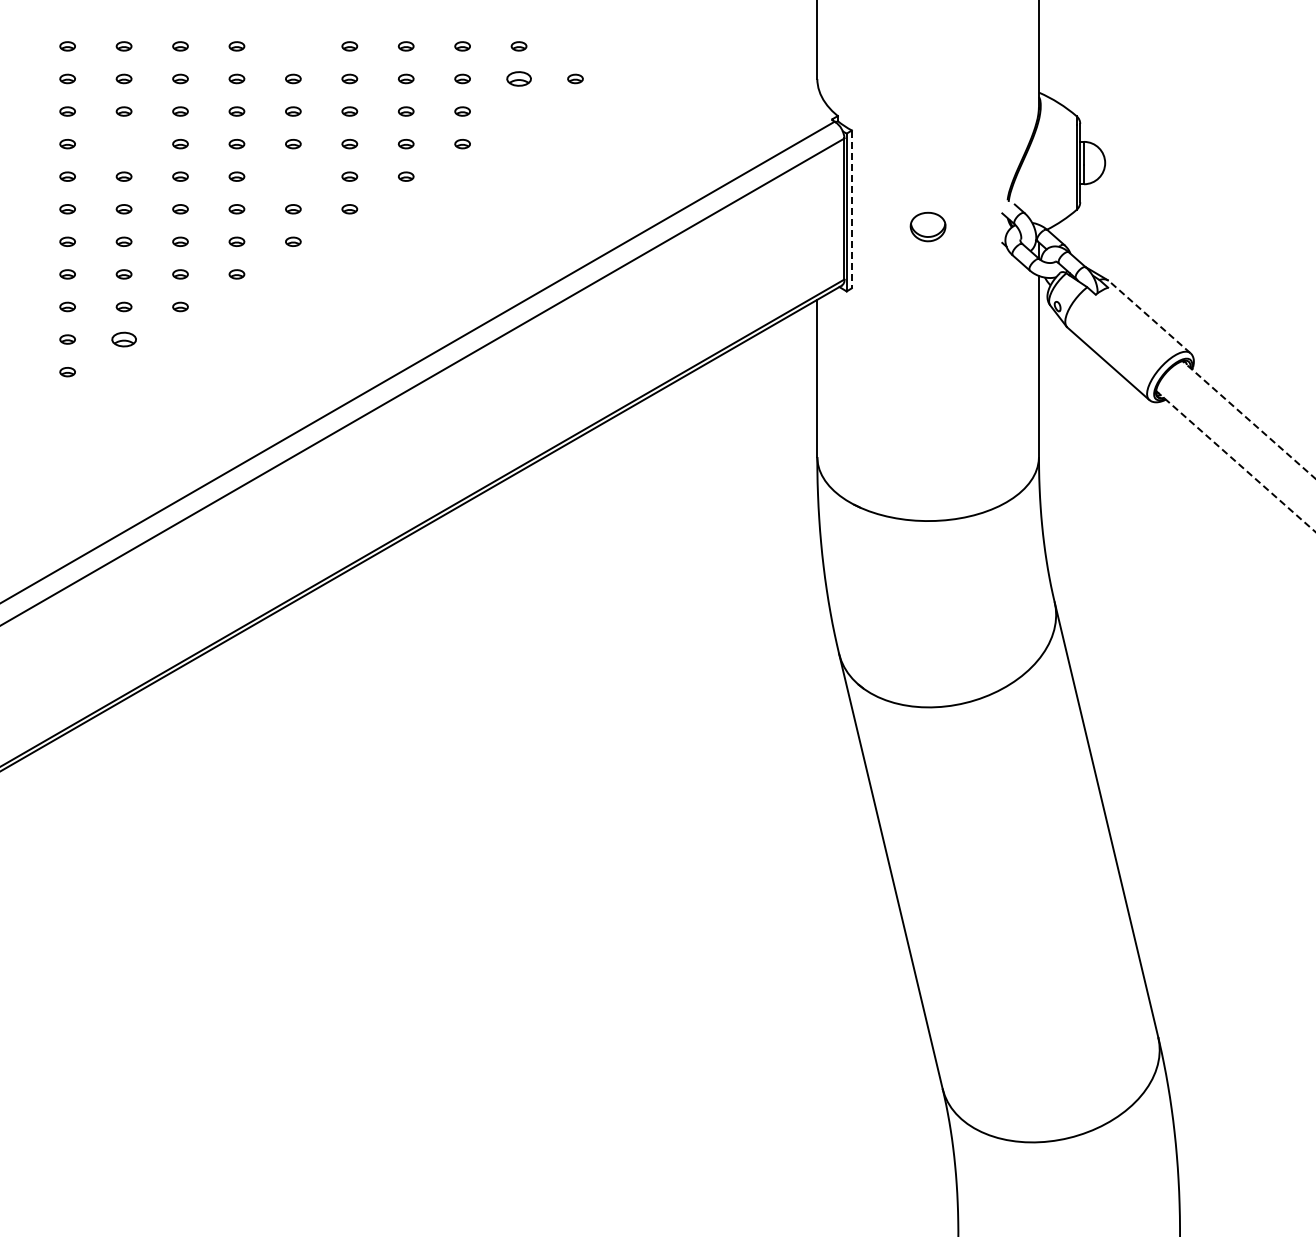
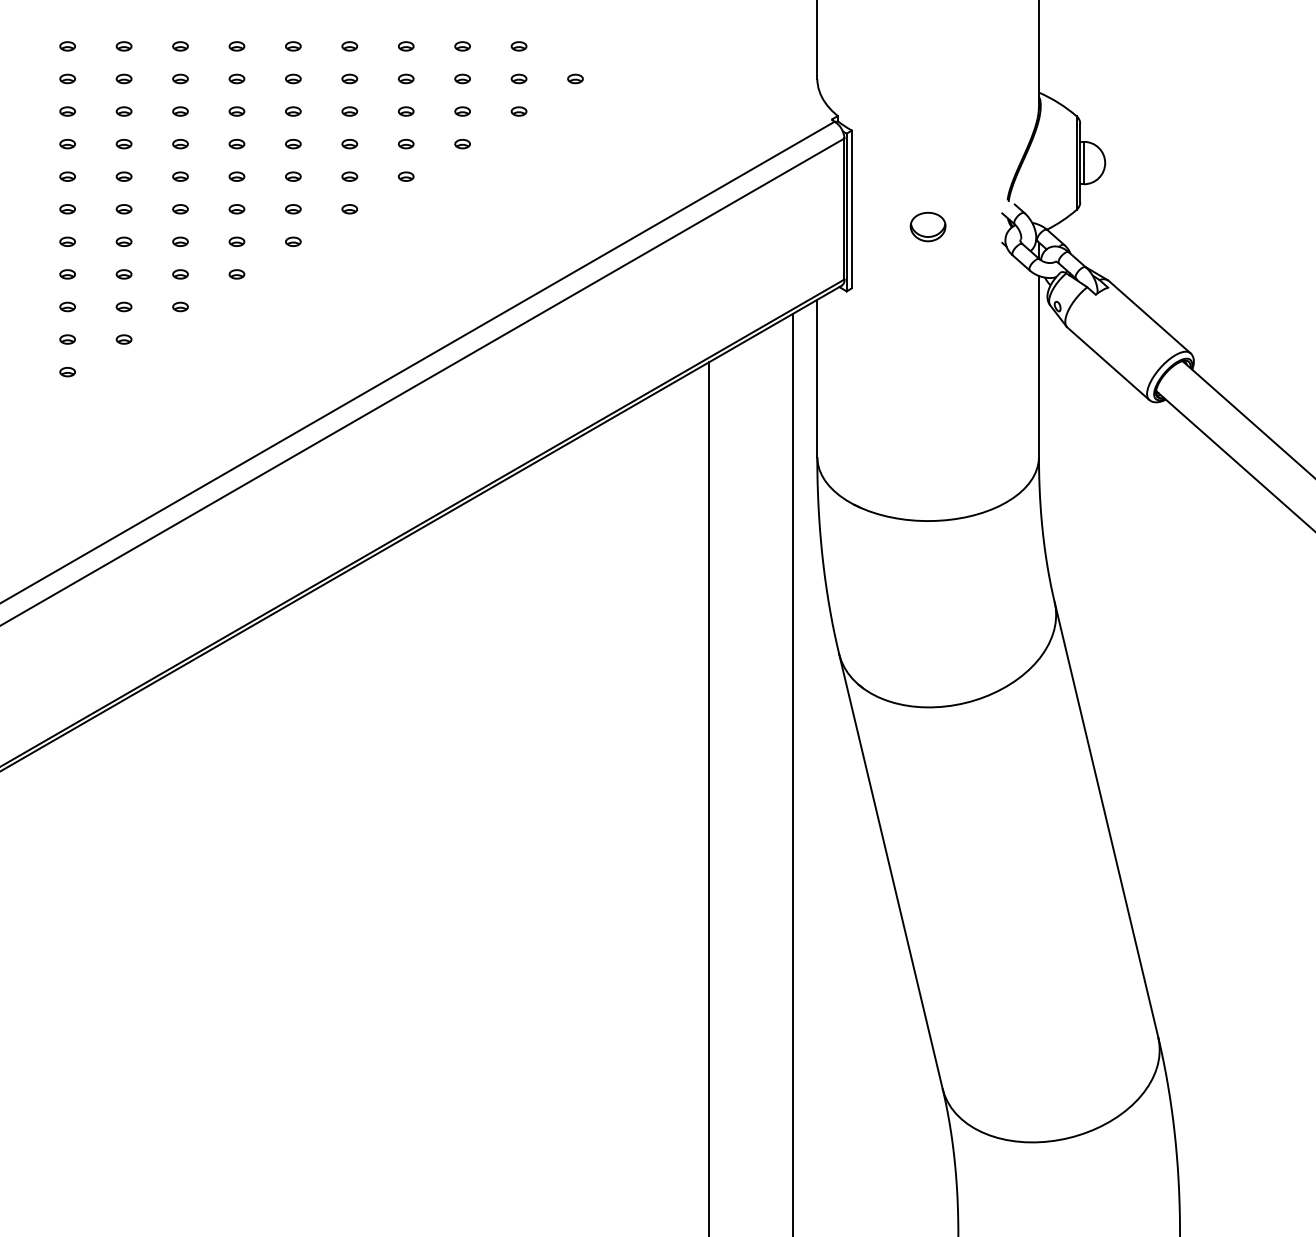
part at (293, 46): none -> present
part at (518, 78) size: 26x16 px -> 18x12 px
part at (518, 111): none -> present
part at (123, 144): none -> present
part at (293, 176): none -> present
line at (851, 209): dashed -> solid
line at (1149, 316): dashed -> solid
part at (123, 339) size: 26x17 px -> 18x11 px
line at (1249, 420): dashed -> solid
line at (1236, 461): dashed -> solid
line at (792, 773): none -> present
line at (708, 797): none -> present
